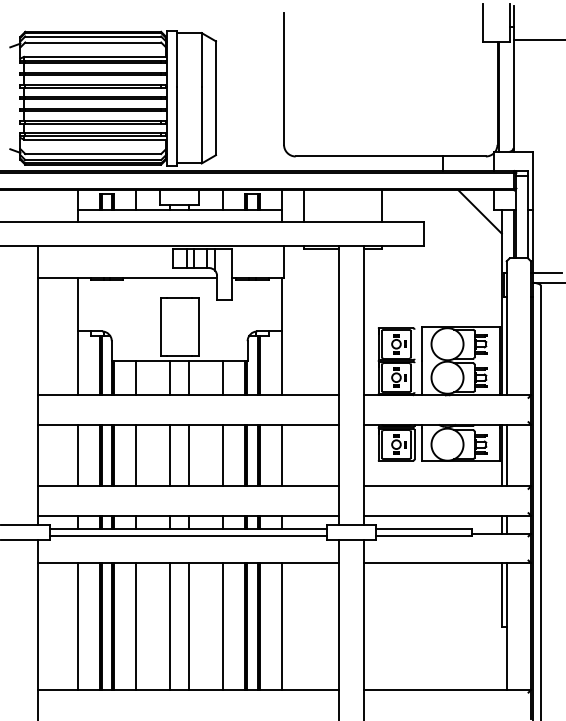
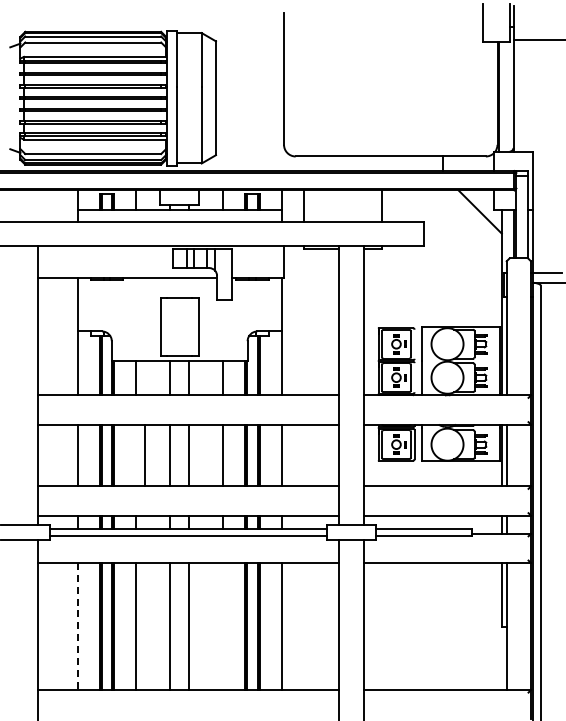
line at (136, 455) position: (136, 455) -> (145, 455)
line at (77, 626): solid -> dashed
line at (223, 626): present -> none
